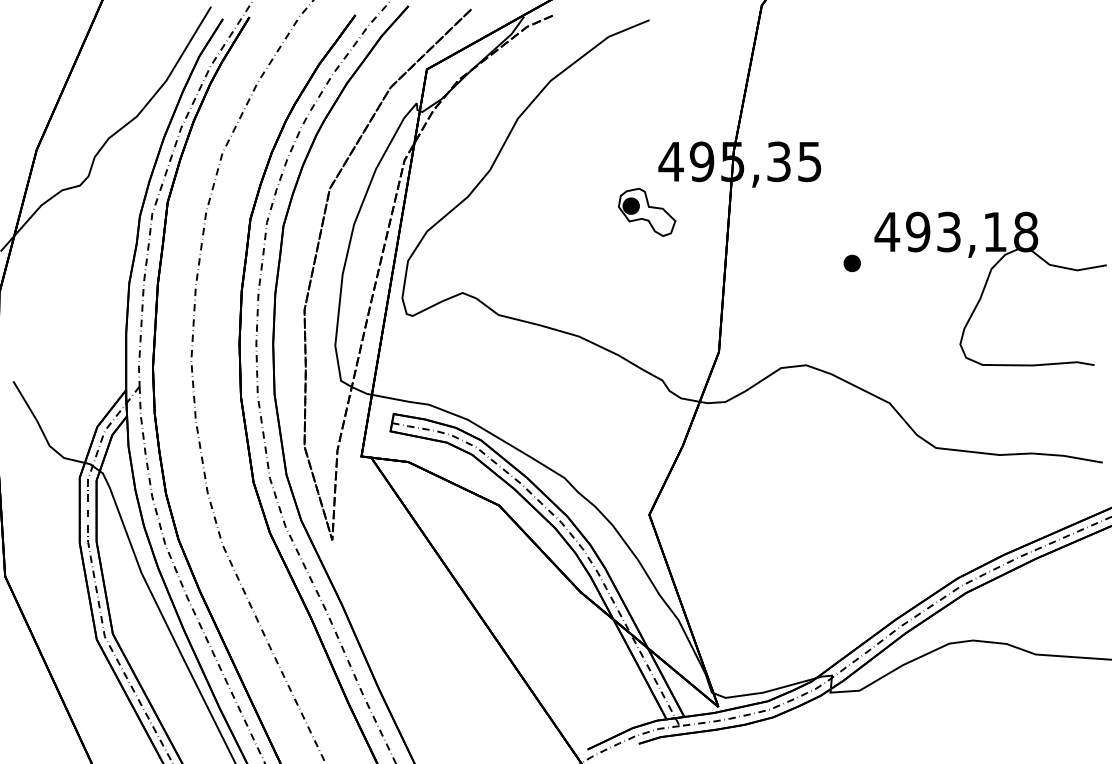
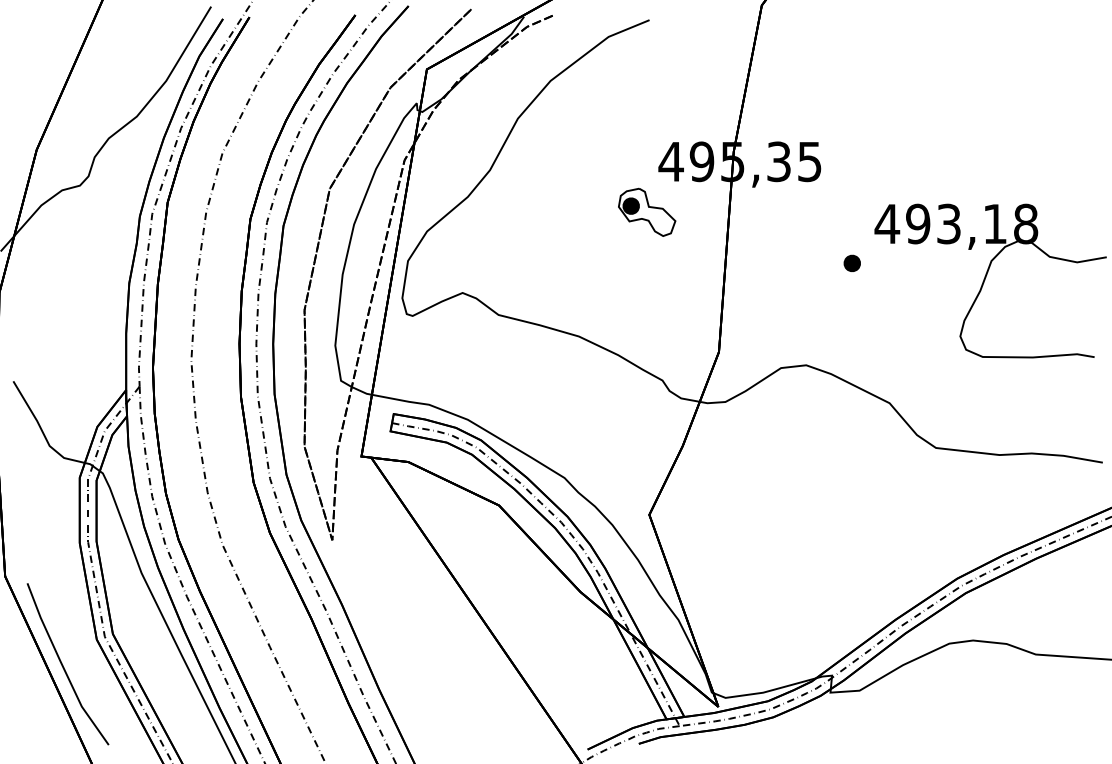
part at (990, 288) position: (990, 288) -> (990, 280)
line at (63, 665): none -> present
